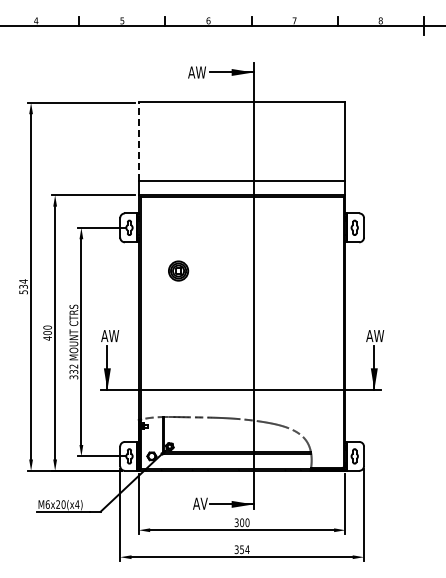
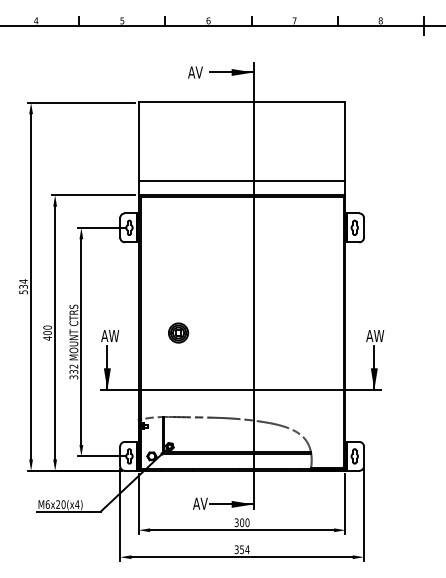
text at (200, 72): AW -> AV
line at (138, 141): dashed -> solid
part at (178, 270) position: (178, 270) -> (178, 332)
